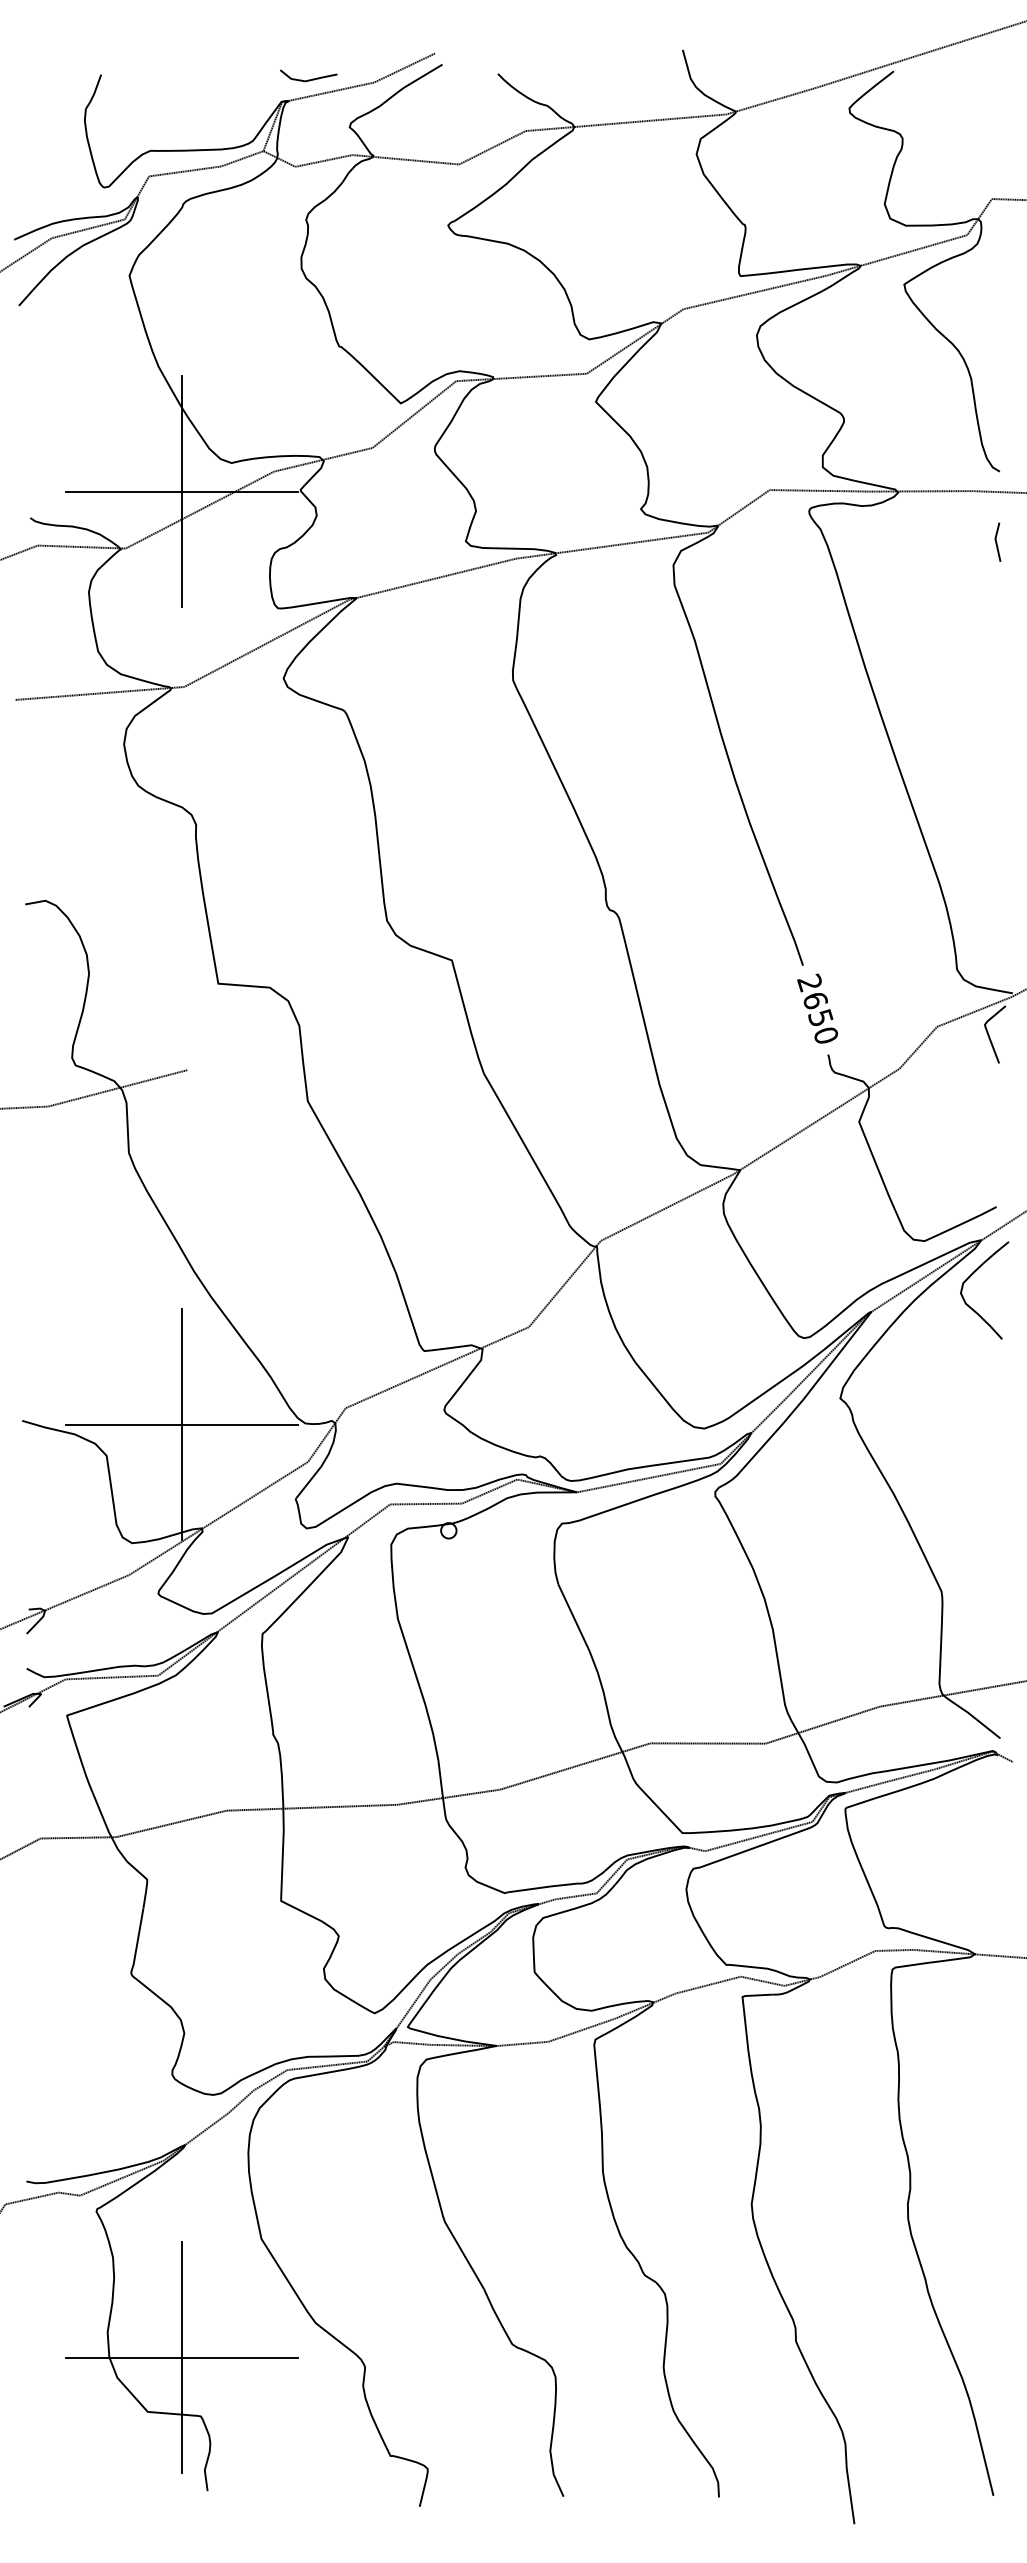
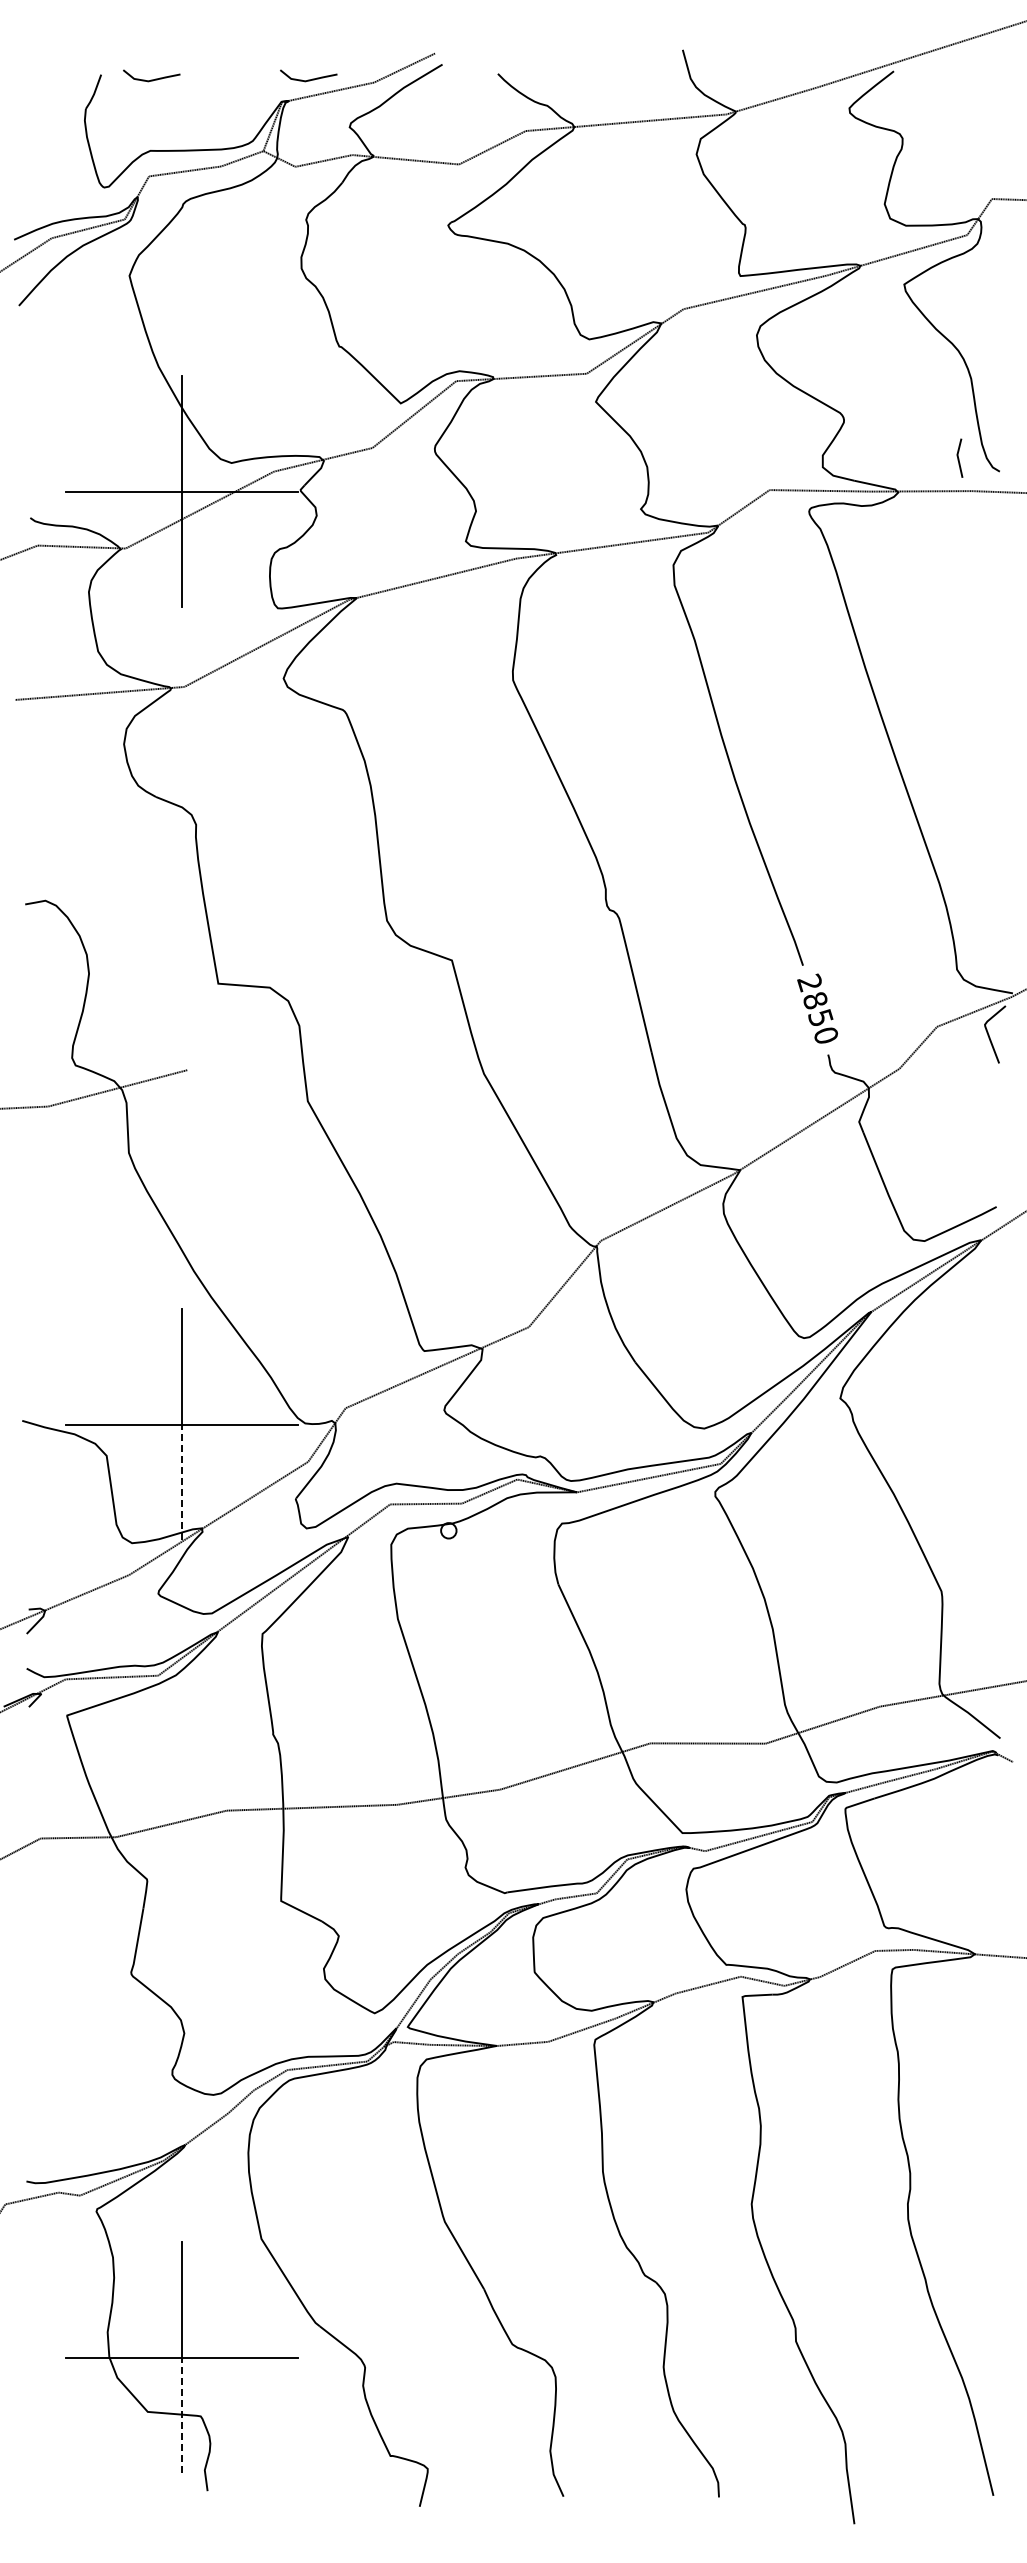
line at (151, 79): none -> present
line at (996, 541) position: (996, 541) -> (958, 457)
text at (815, 1000): 2650 -> 2850
curve at (971, 1276): present -> none
line at (181, 1482): solid -> dashed
line at (181, 2415): solid -> dashed
